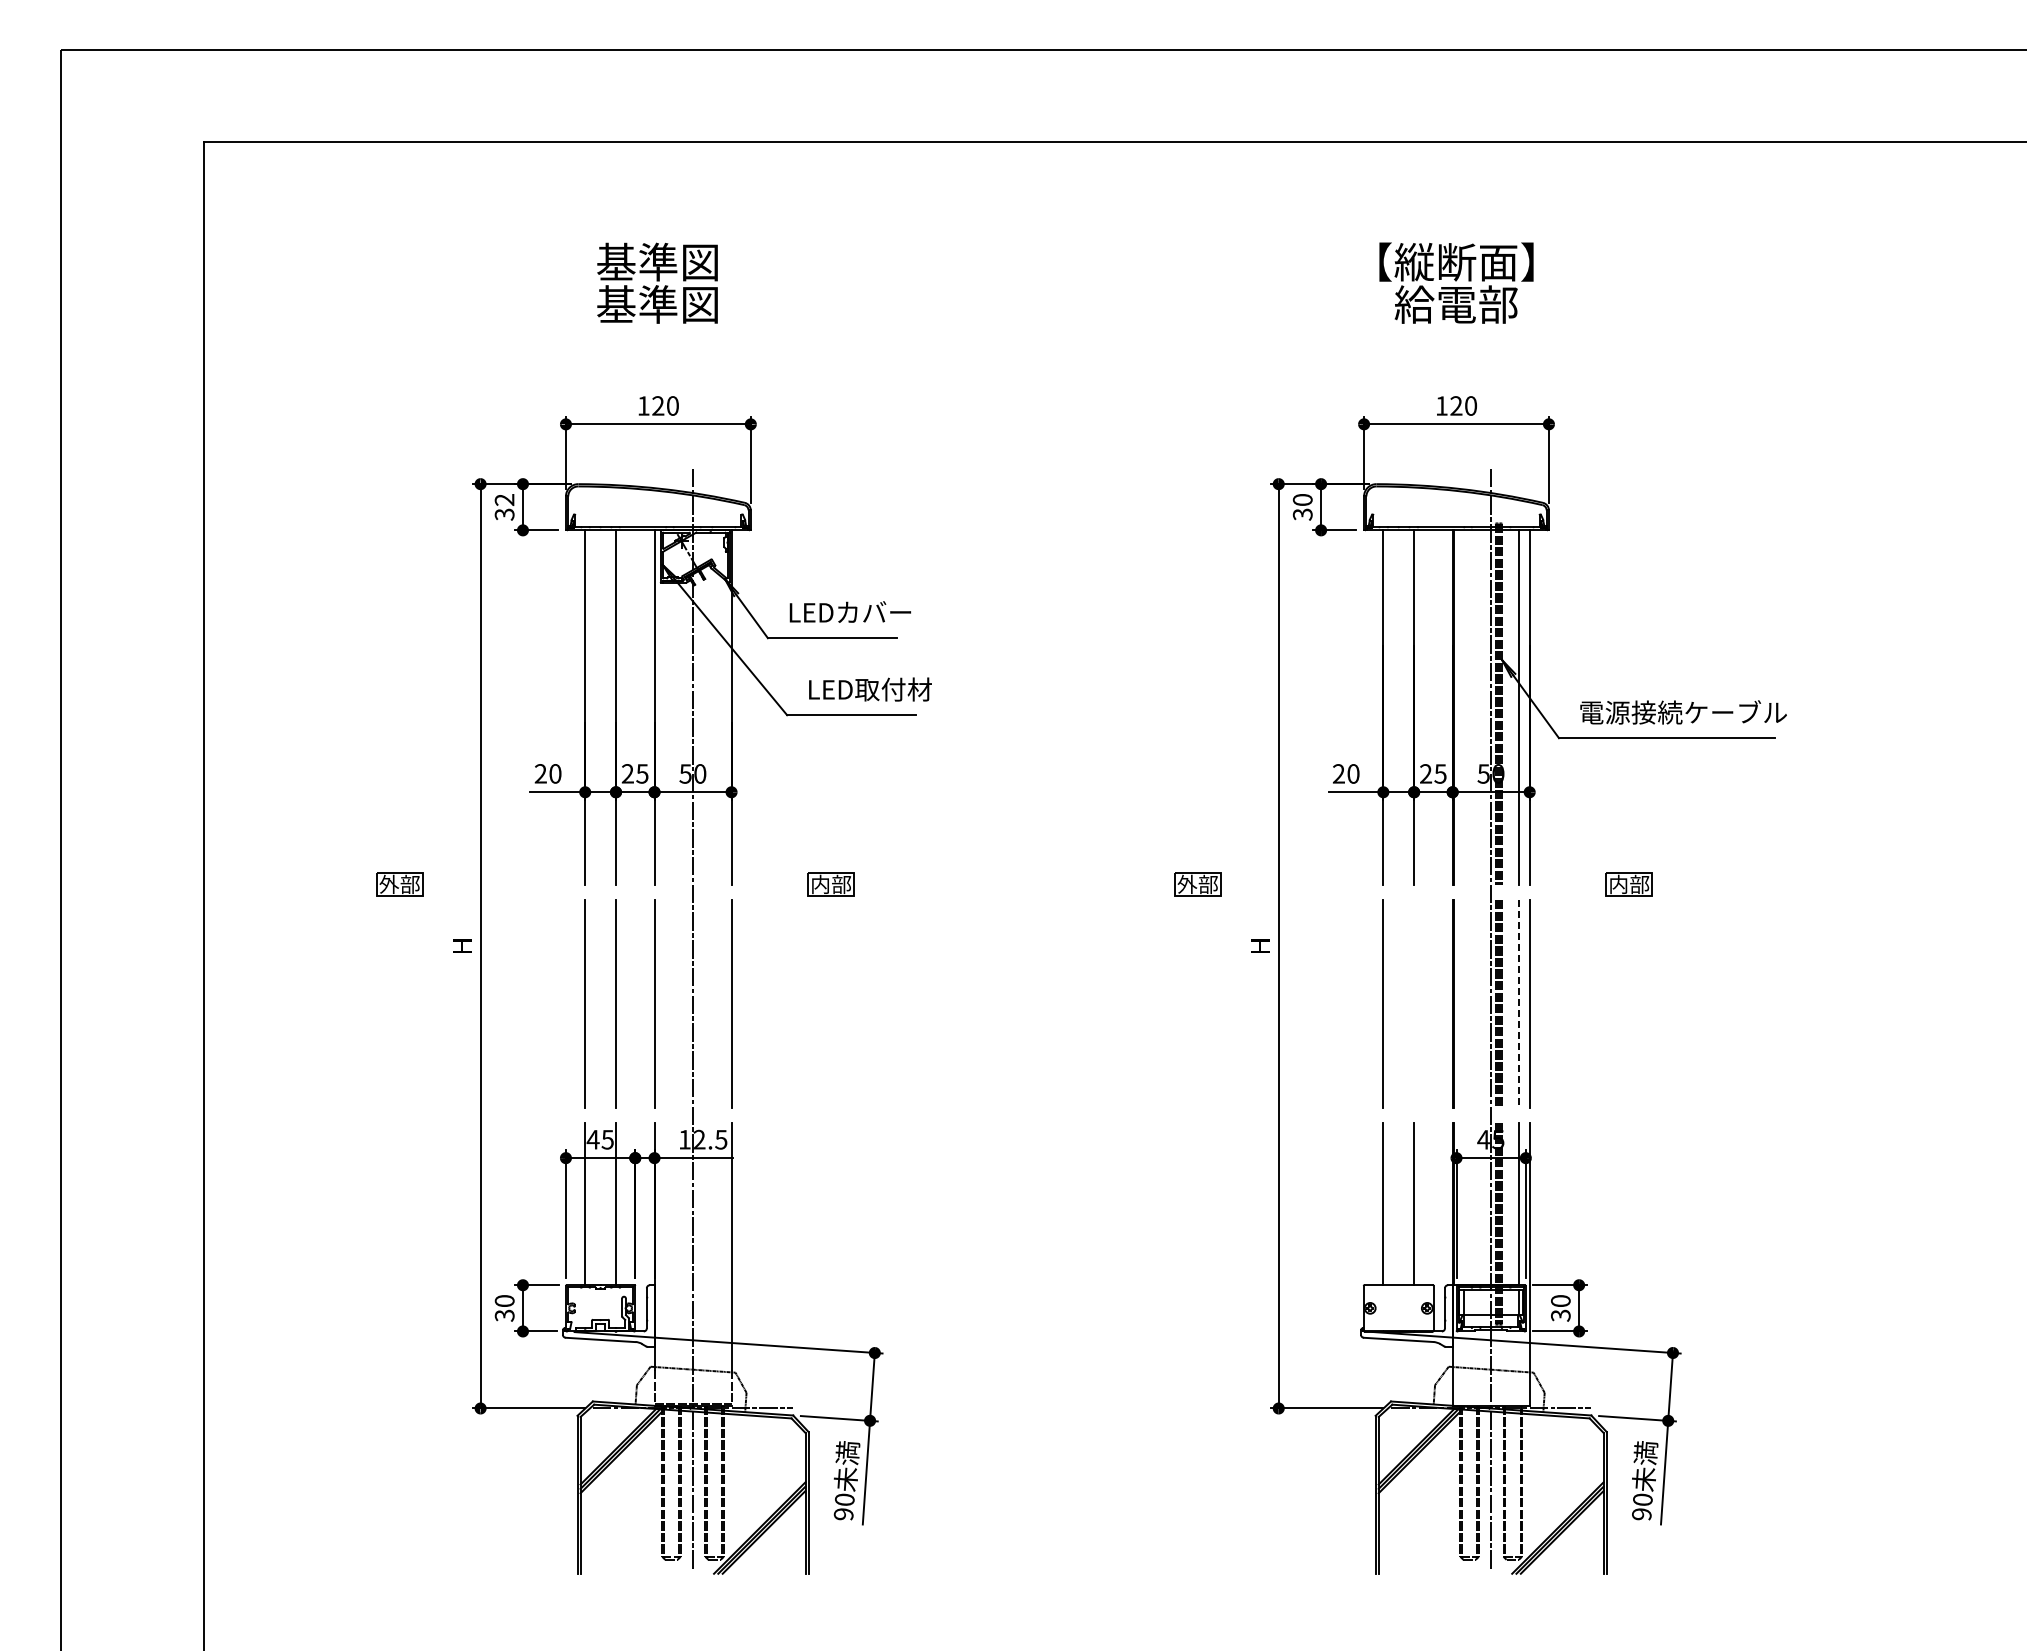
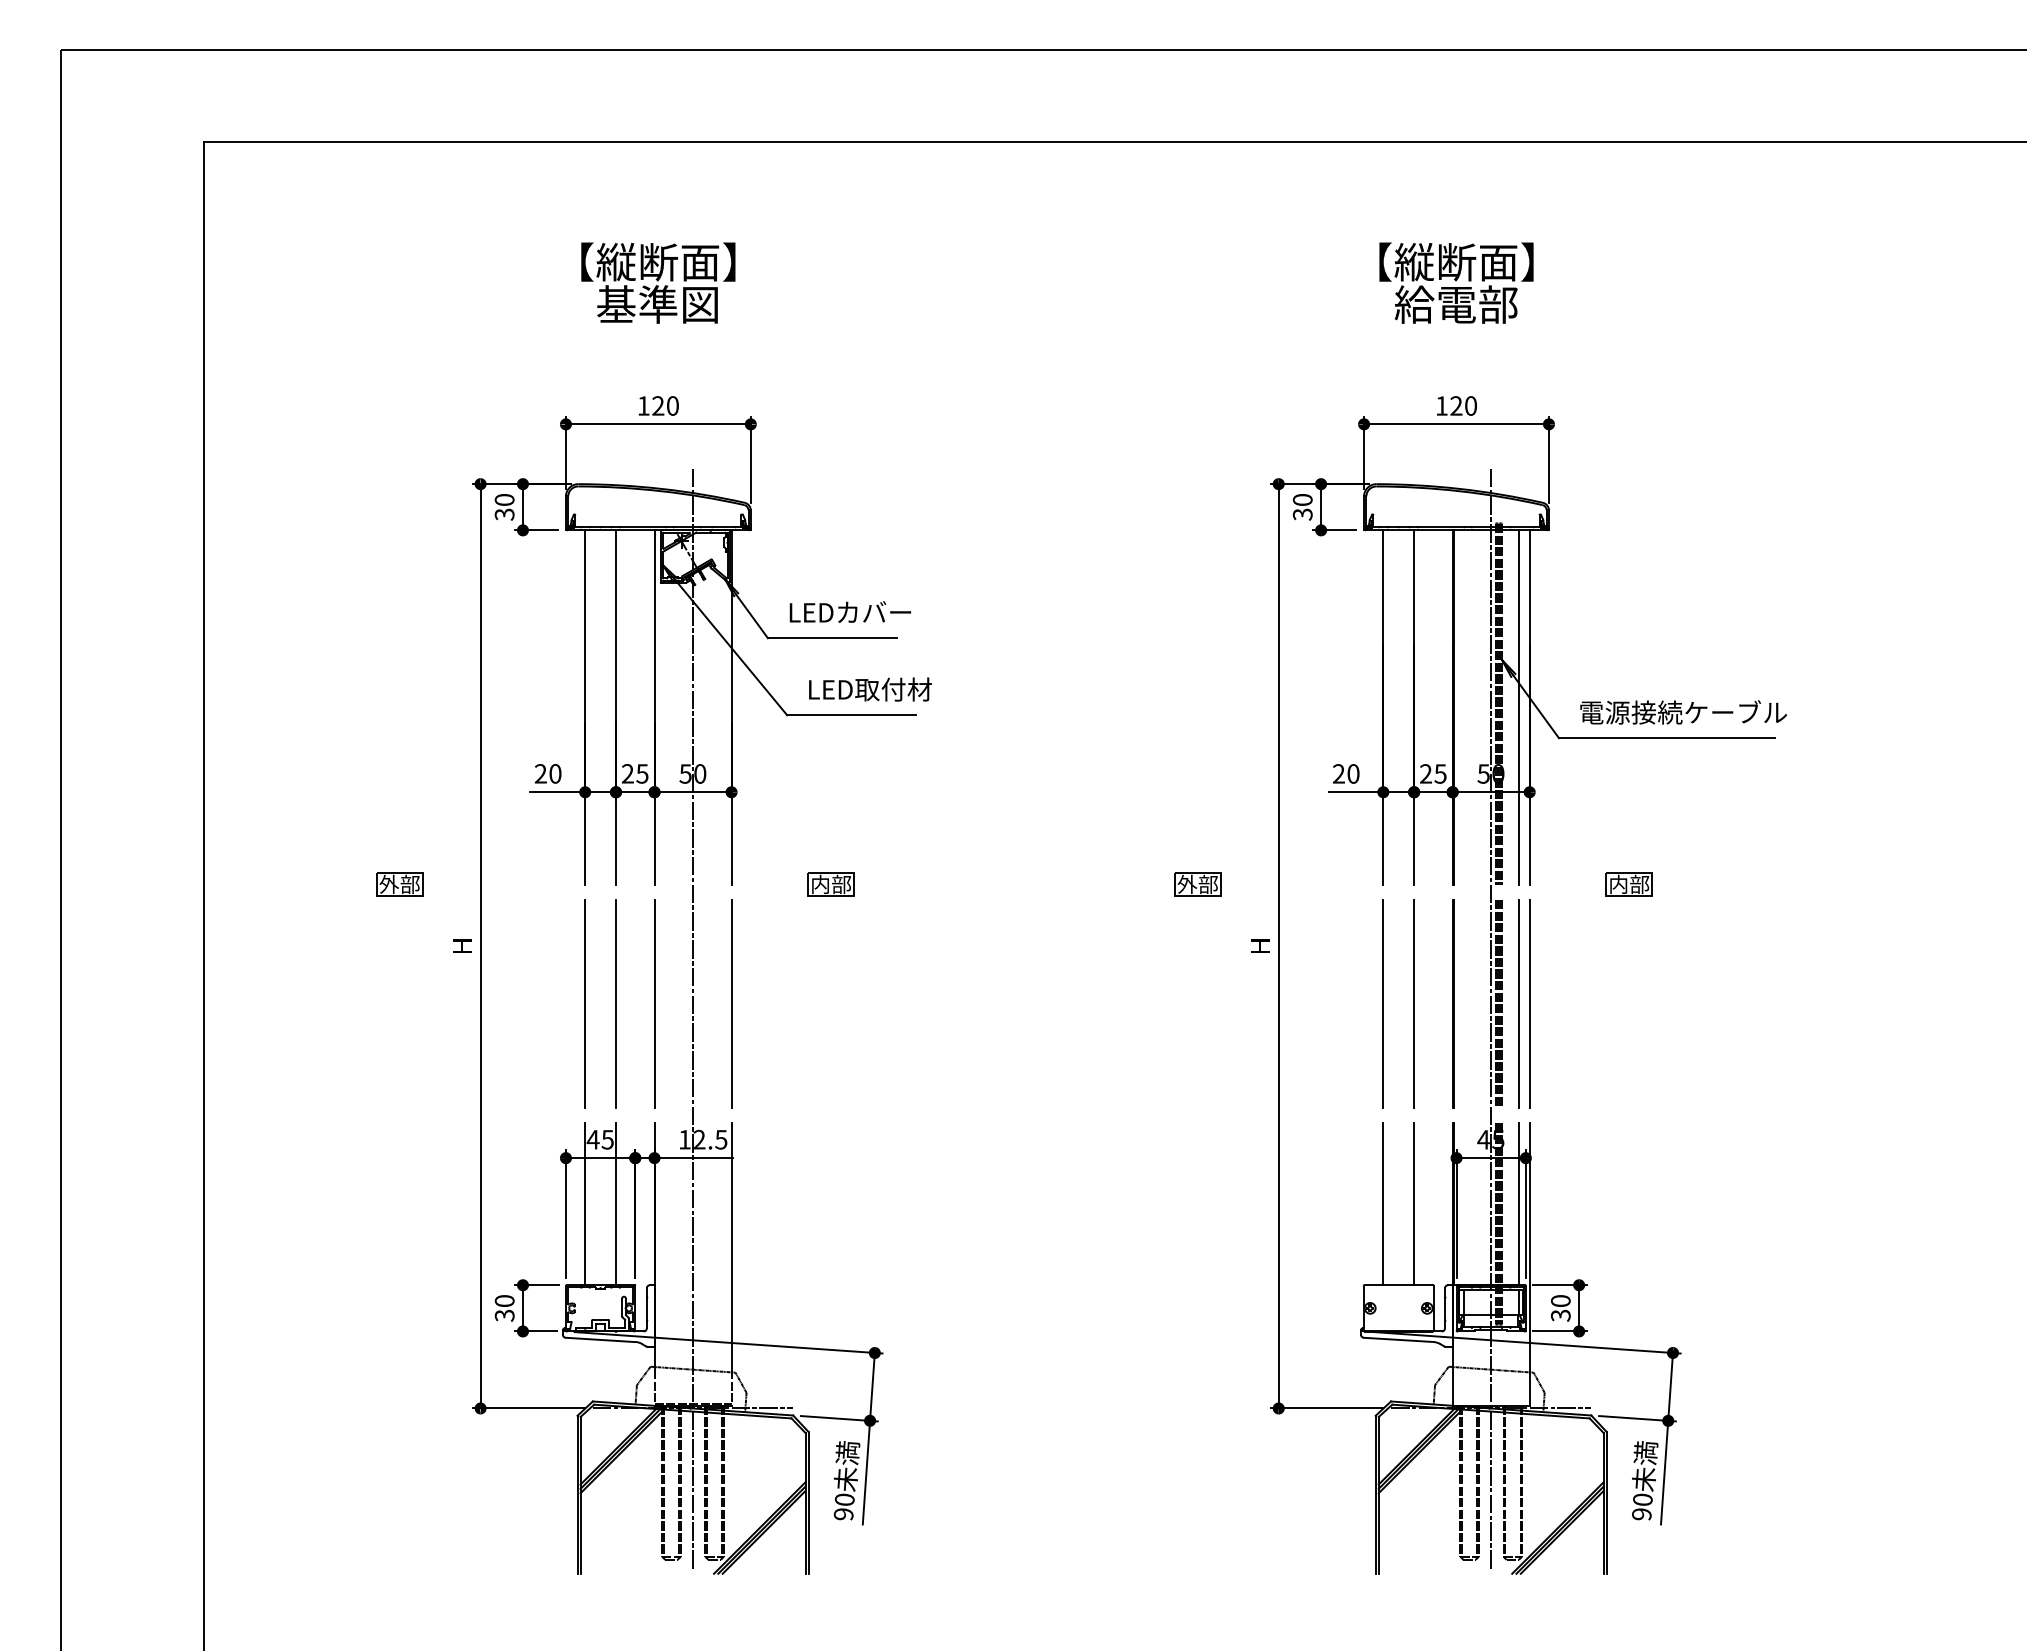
text at (658, 261): 基準図 -> 【縦断面】
text at (504, 500): 32 -> 30
line at (1414, 1004): none -> present
line at (1518, 1004): dashed -> solid
